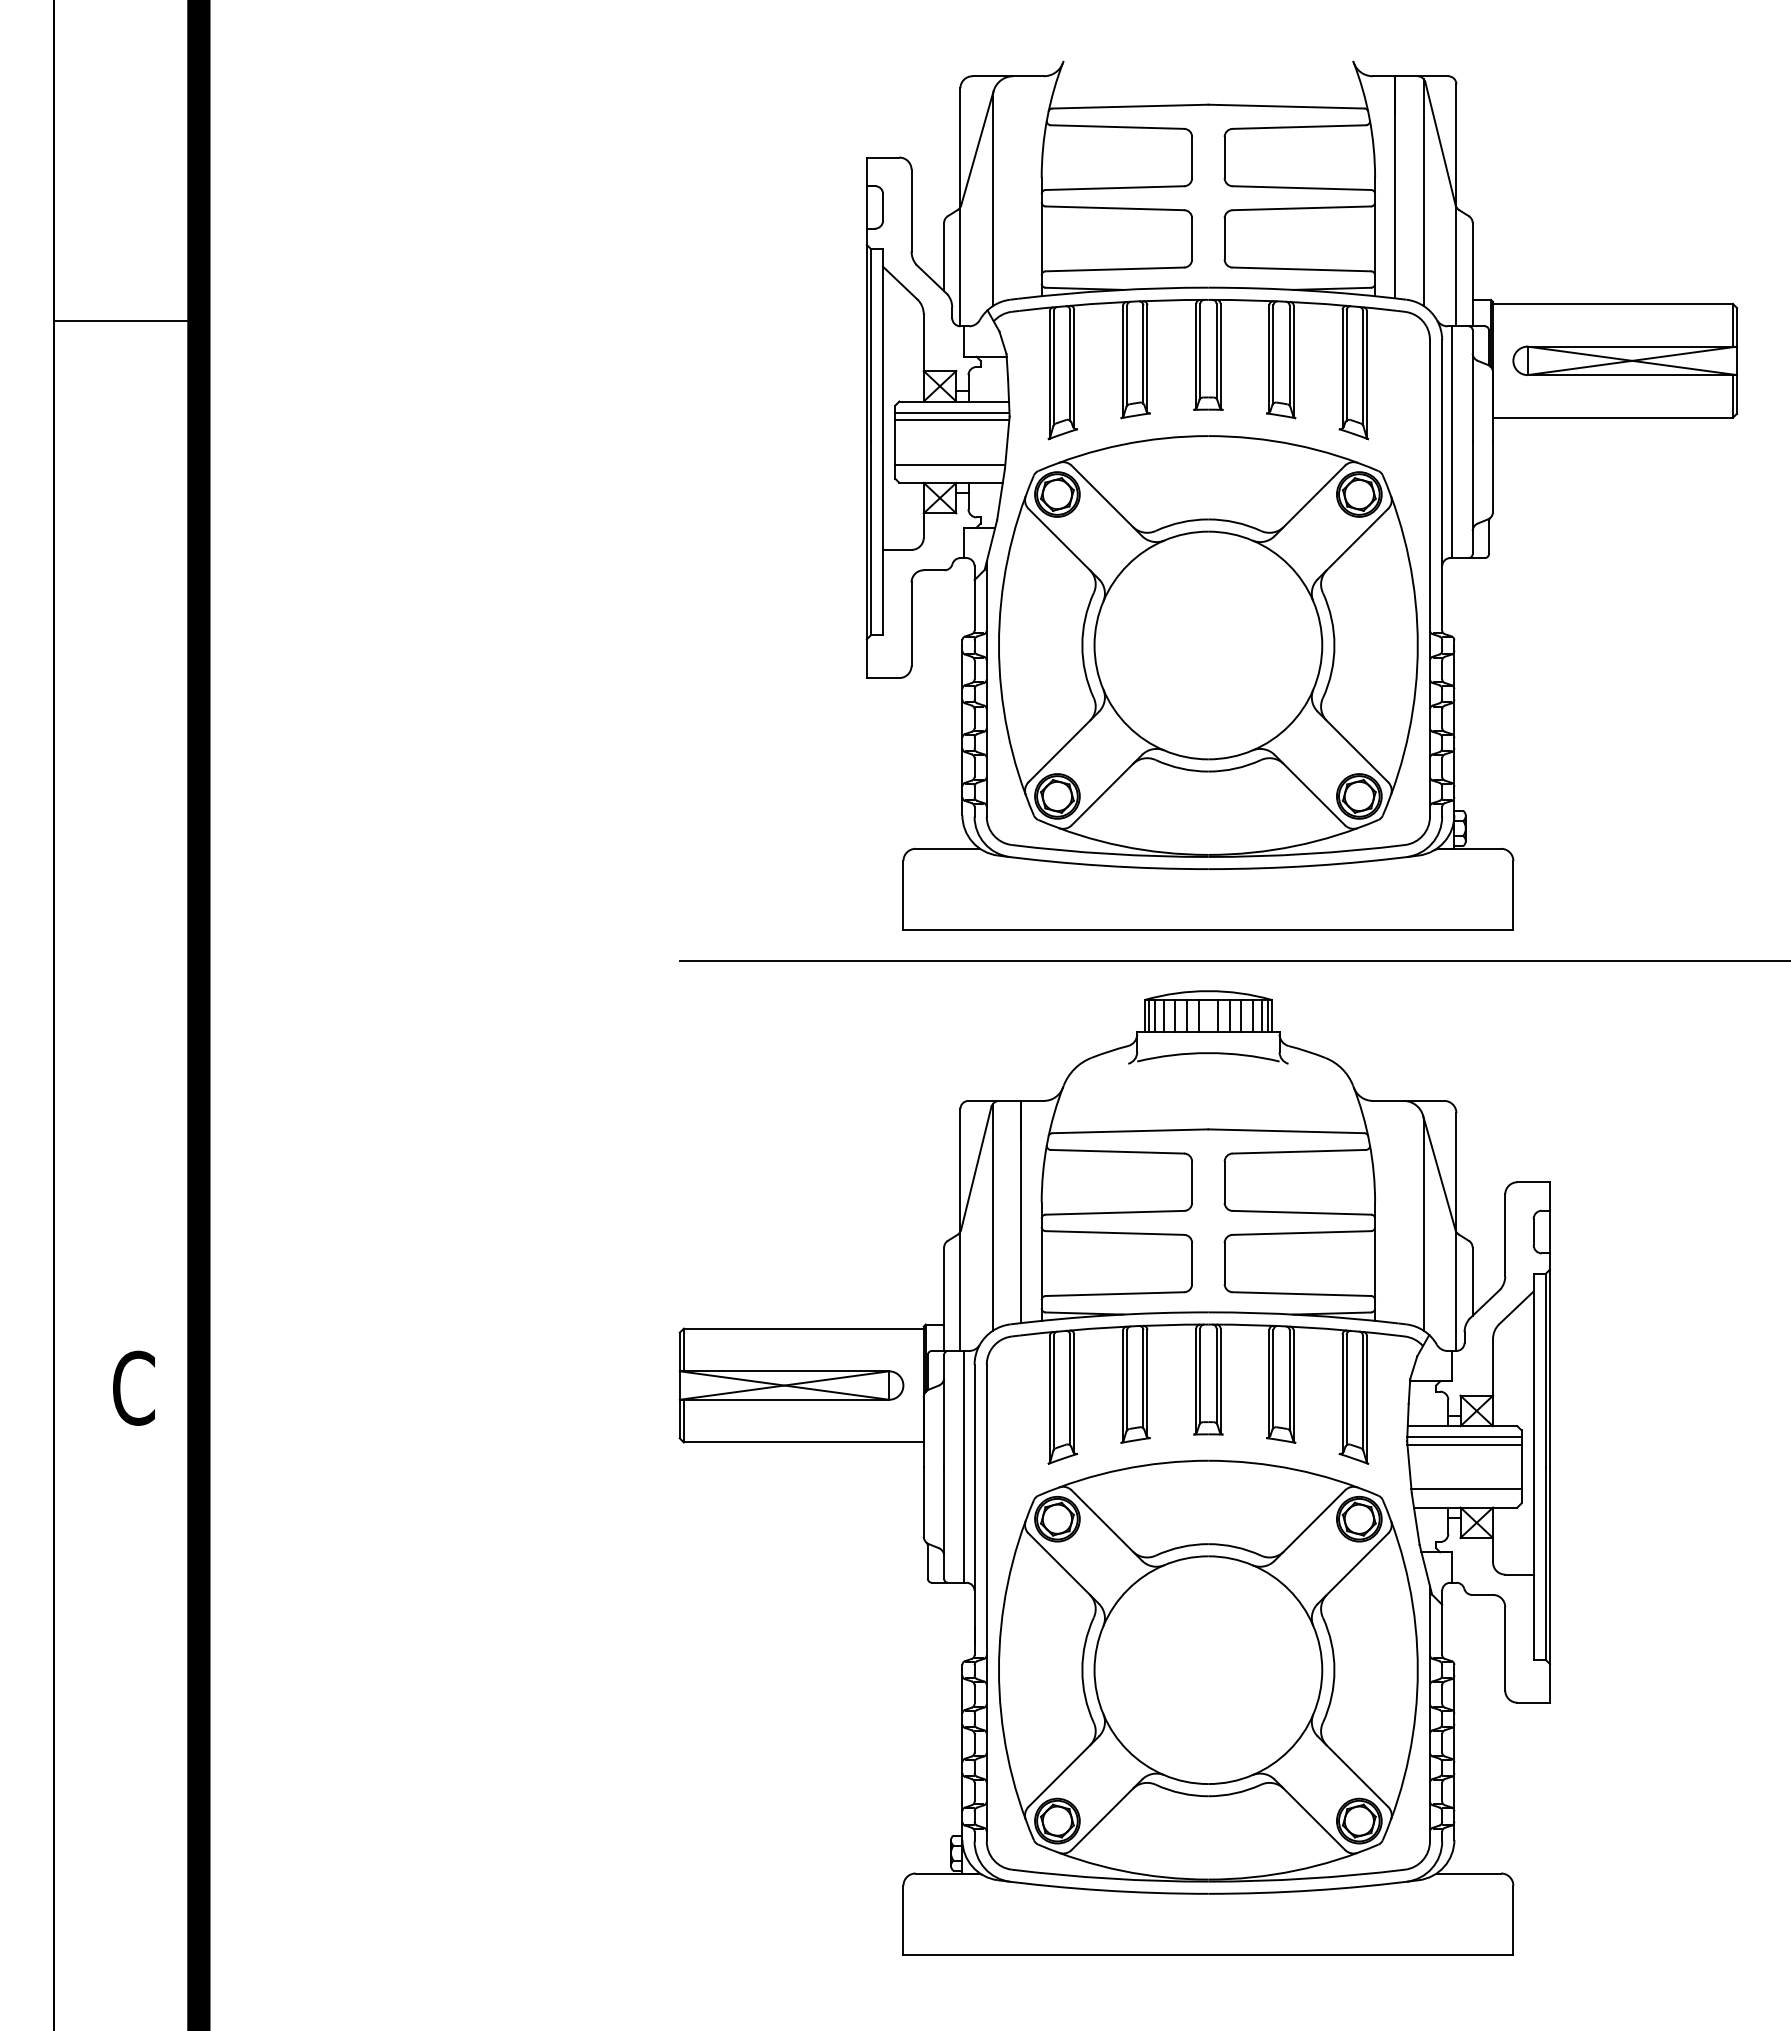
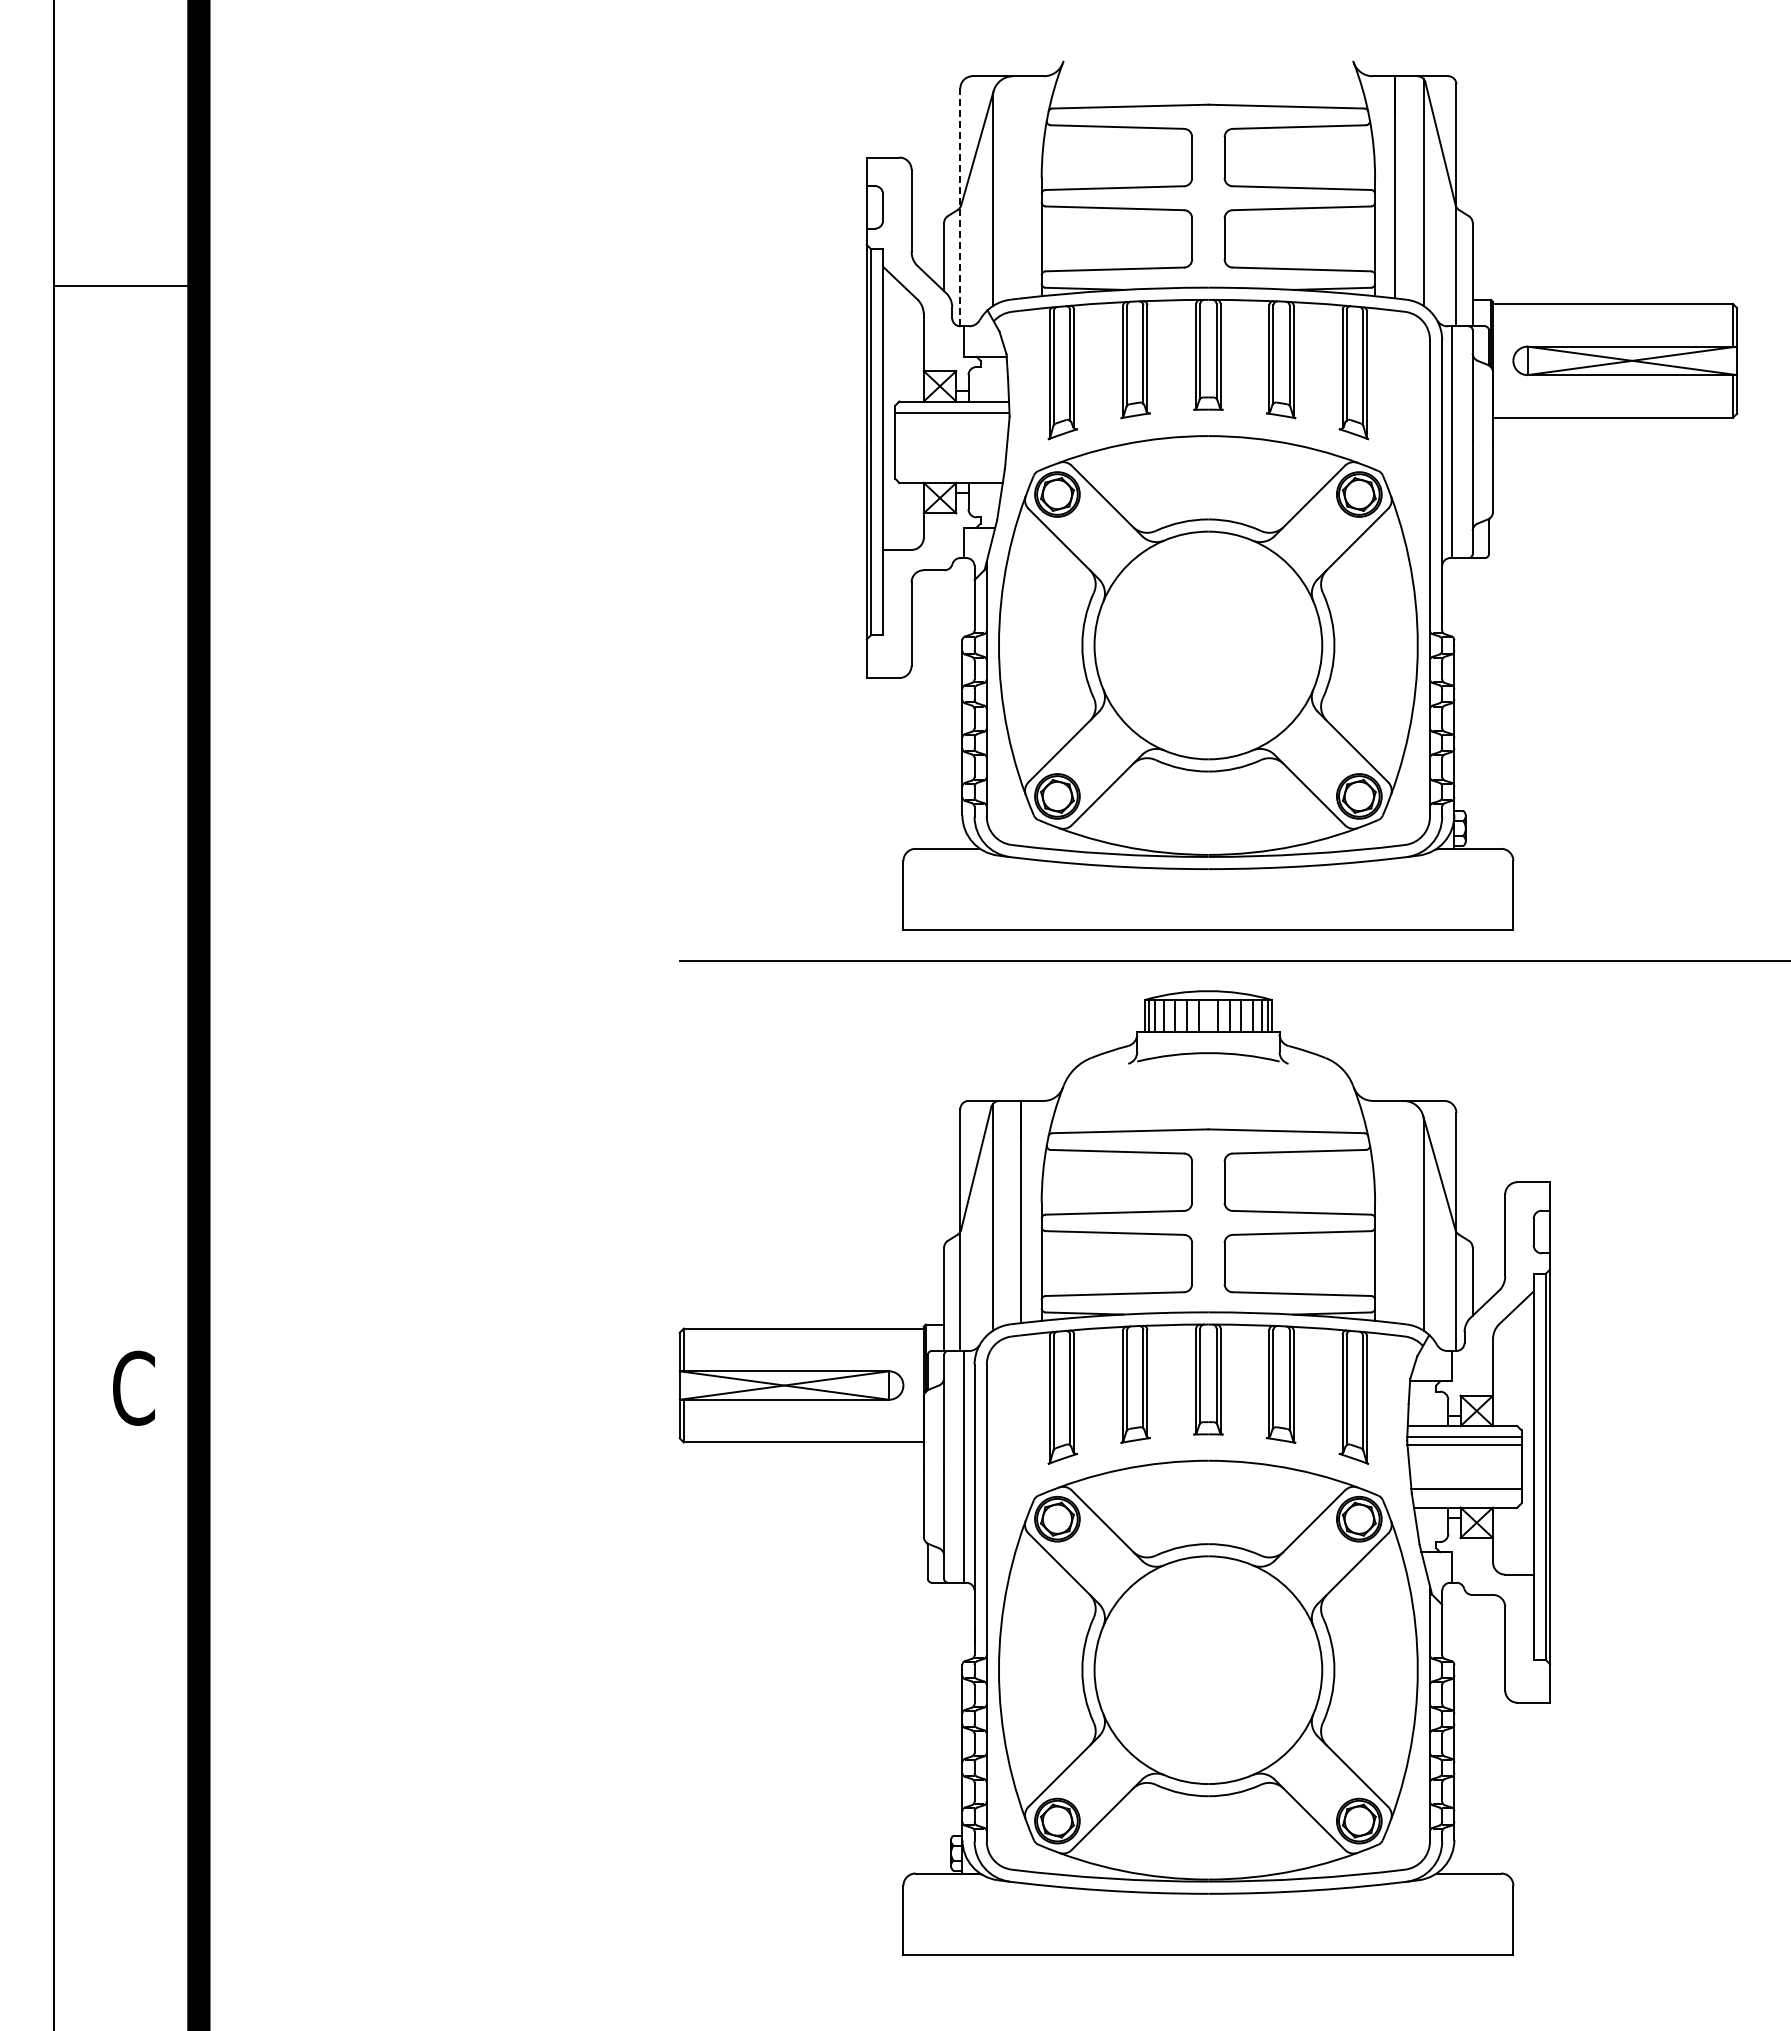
line at (960, 207): solid -> dashed
line at (125, 320) position: (125, 320) -> (125, 285)
line at (952, 419): present -> none
line at (950, 464): present -> none
